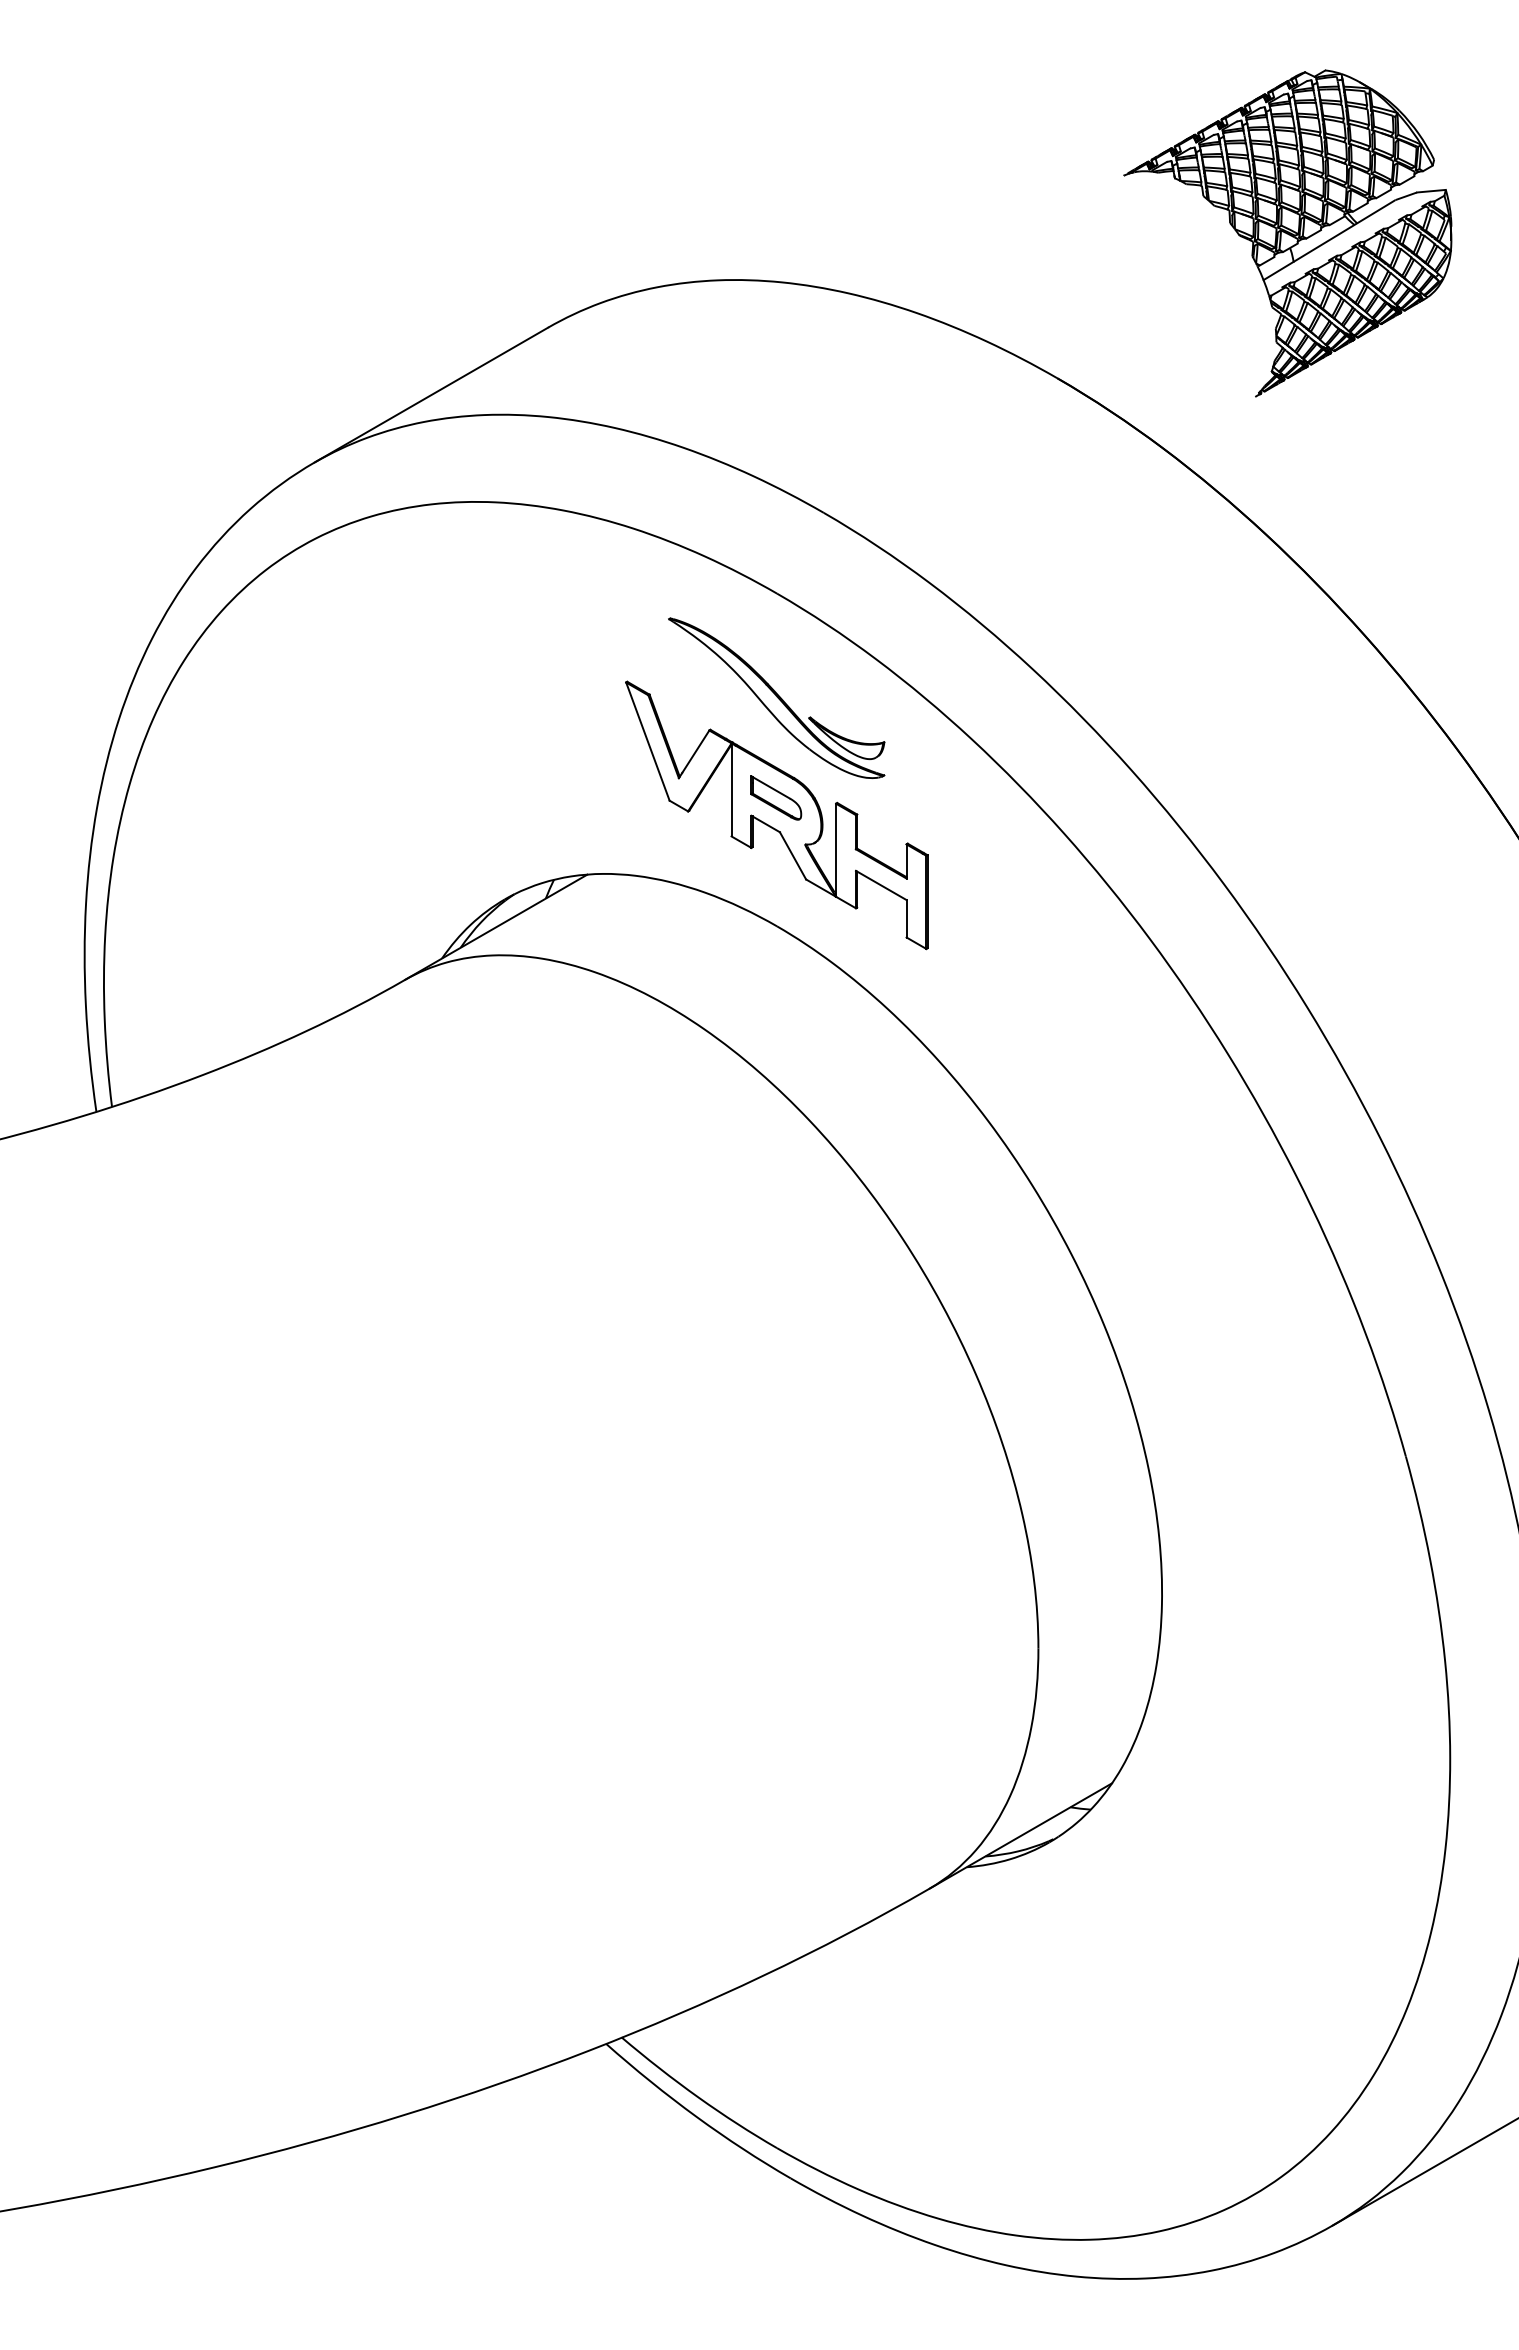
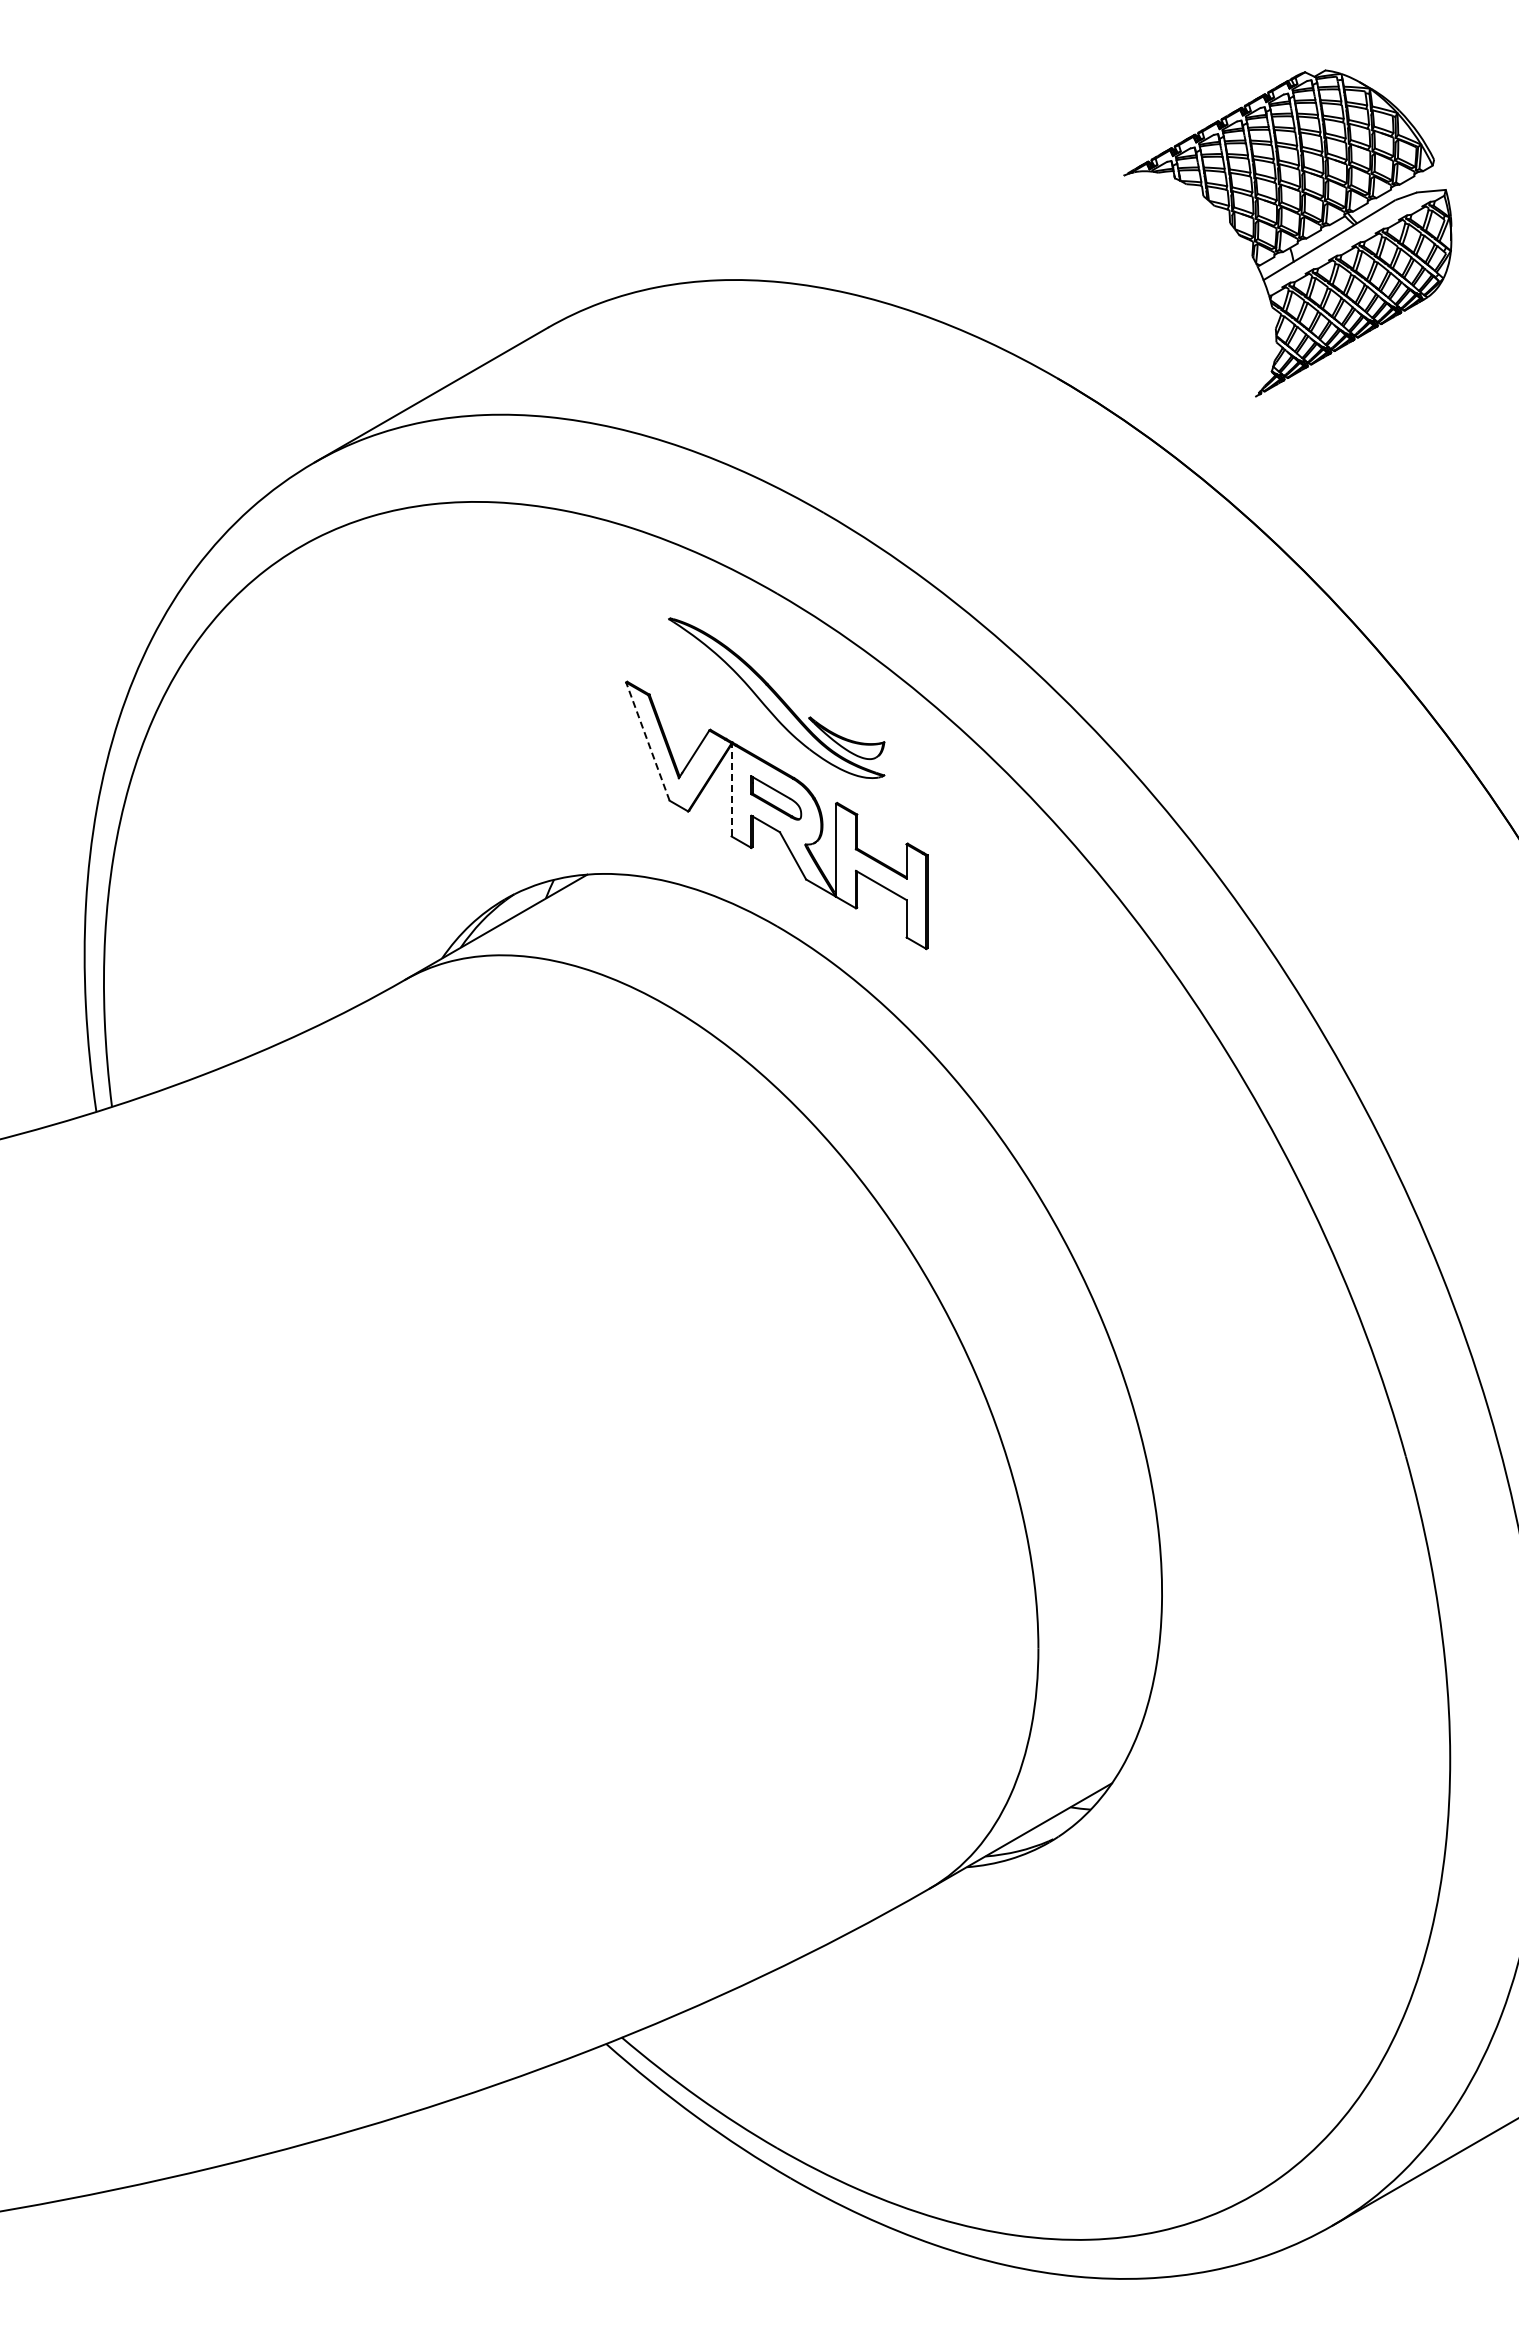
line at (647, 741): solid -> dashed
line at (731, 789): solid -> dashed
